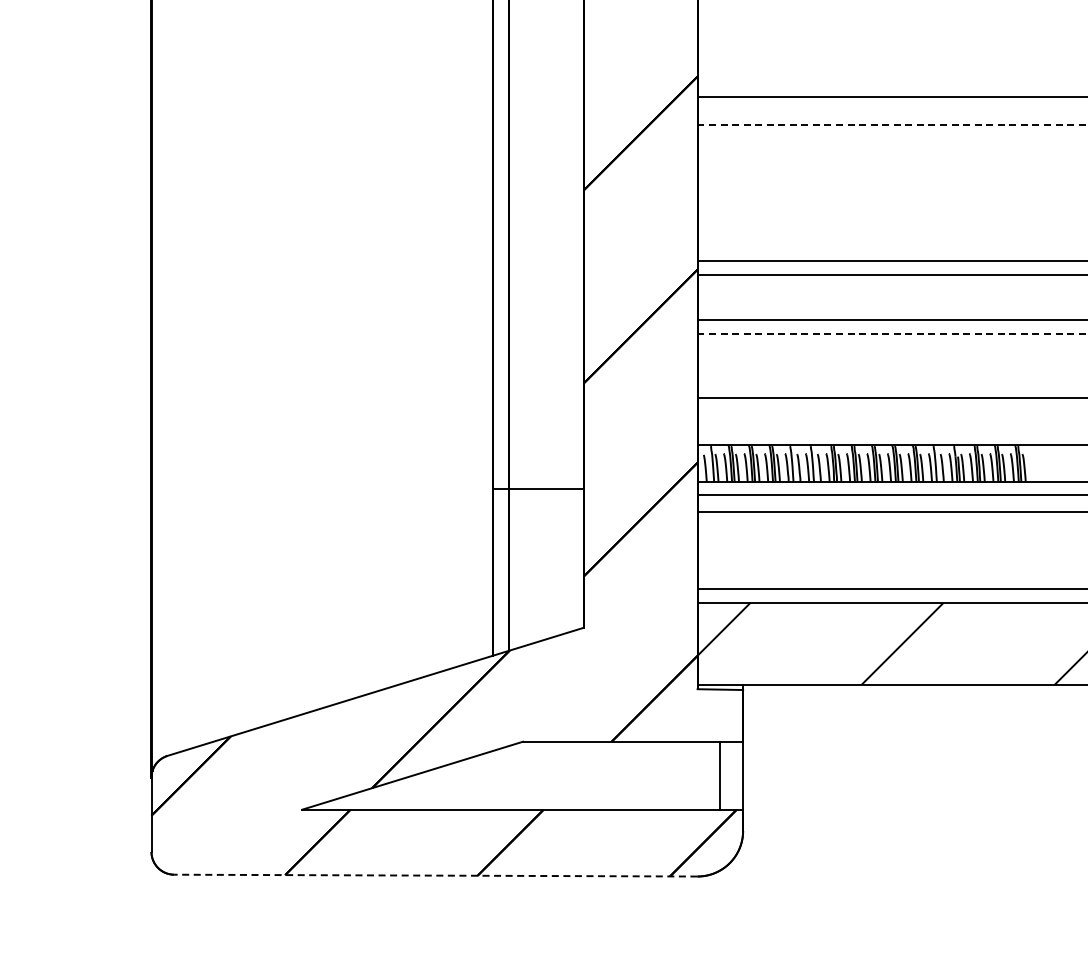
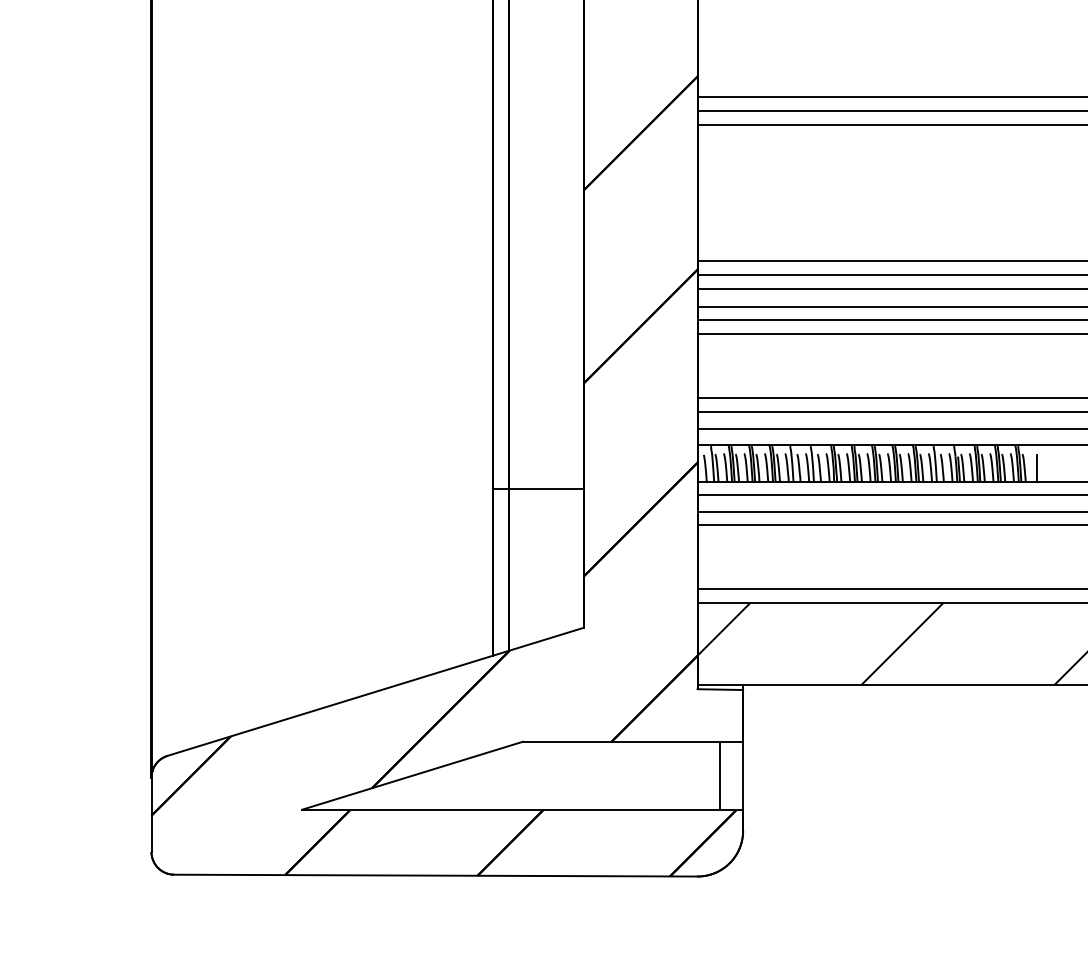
line at (890, 111): none -> present
line at (891, 124): dashed -> solid
line at (890, 288): none -> present
line at (890, 306): none -> present
line at (891, 334): dashed -> solid
line at (890, 411): none -> present
line at (890, 428): none -> present
line at (1036, 468): none -> present
line at (890, 525): none -> present
line at (435, 875): dashed -> solid
